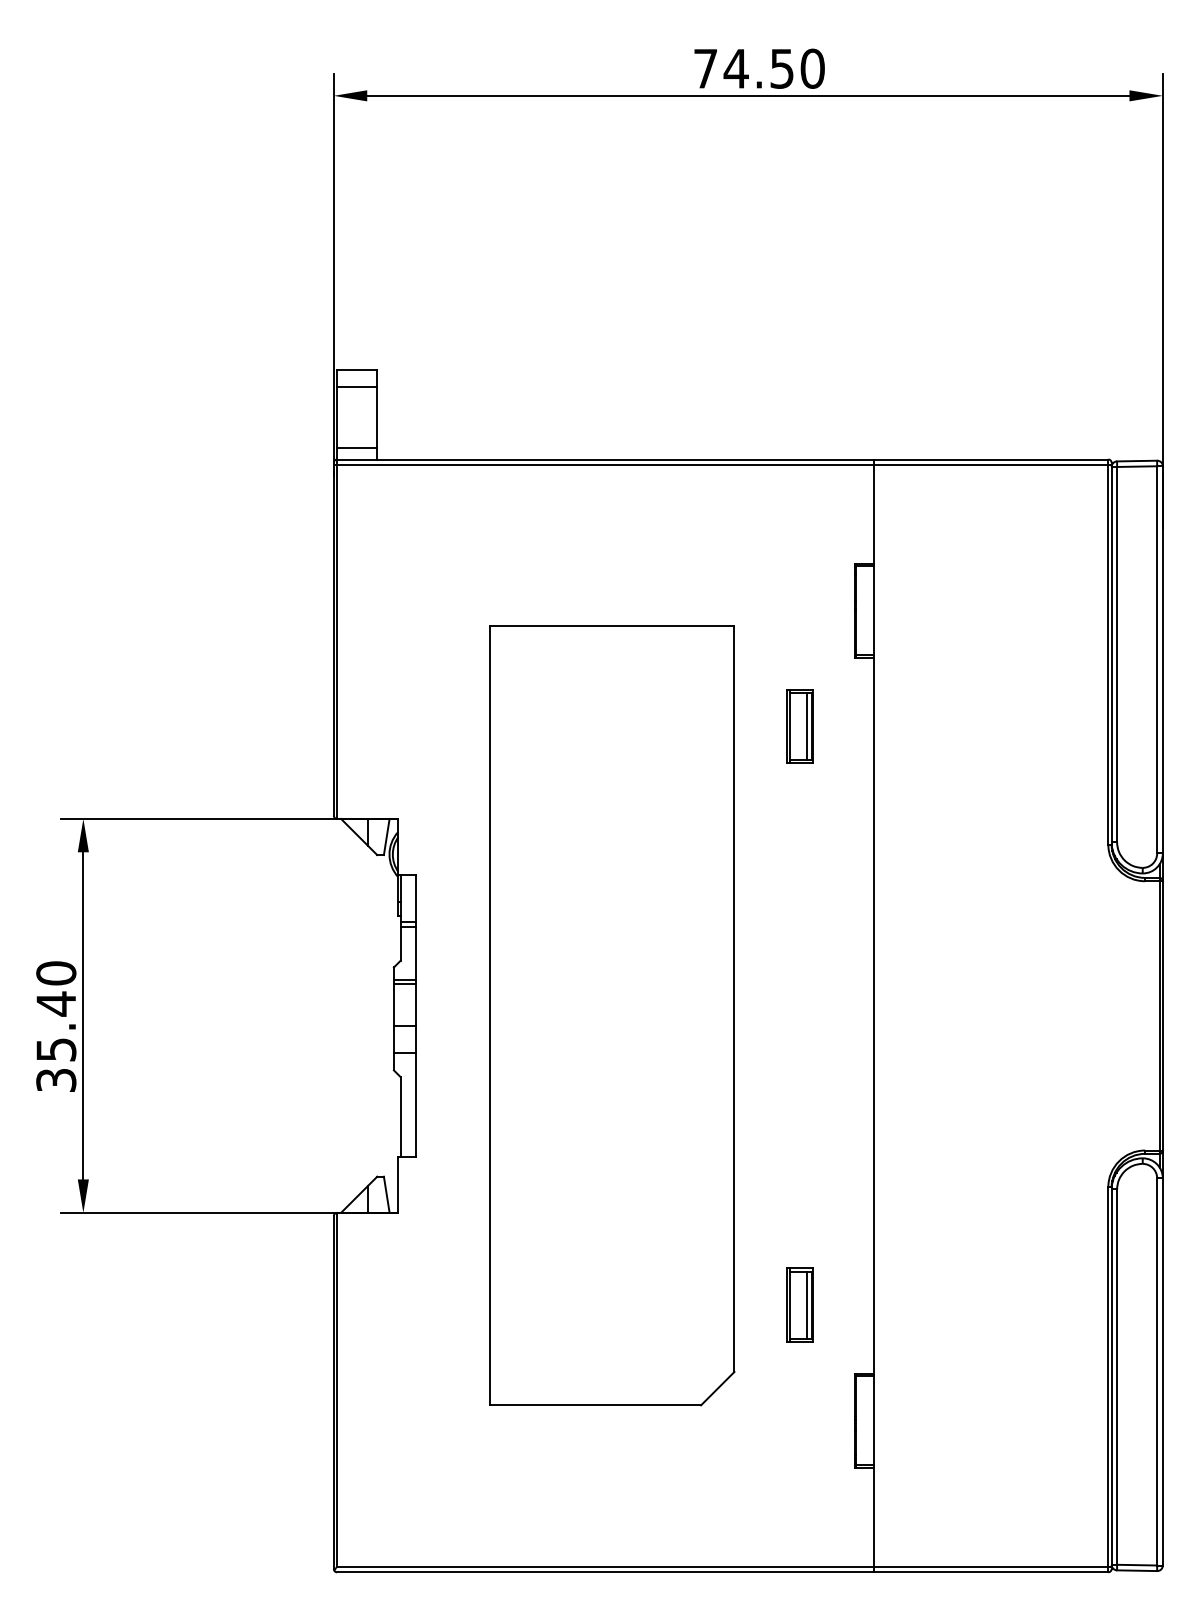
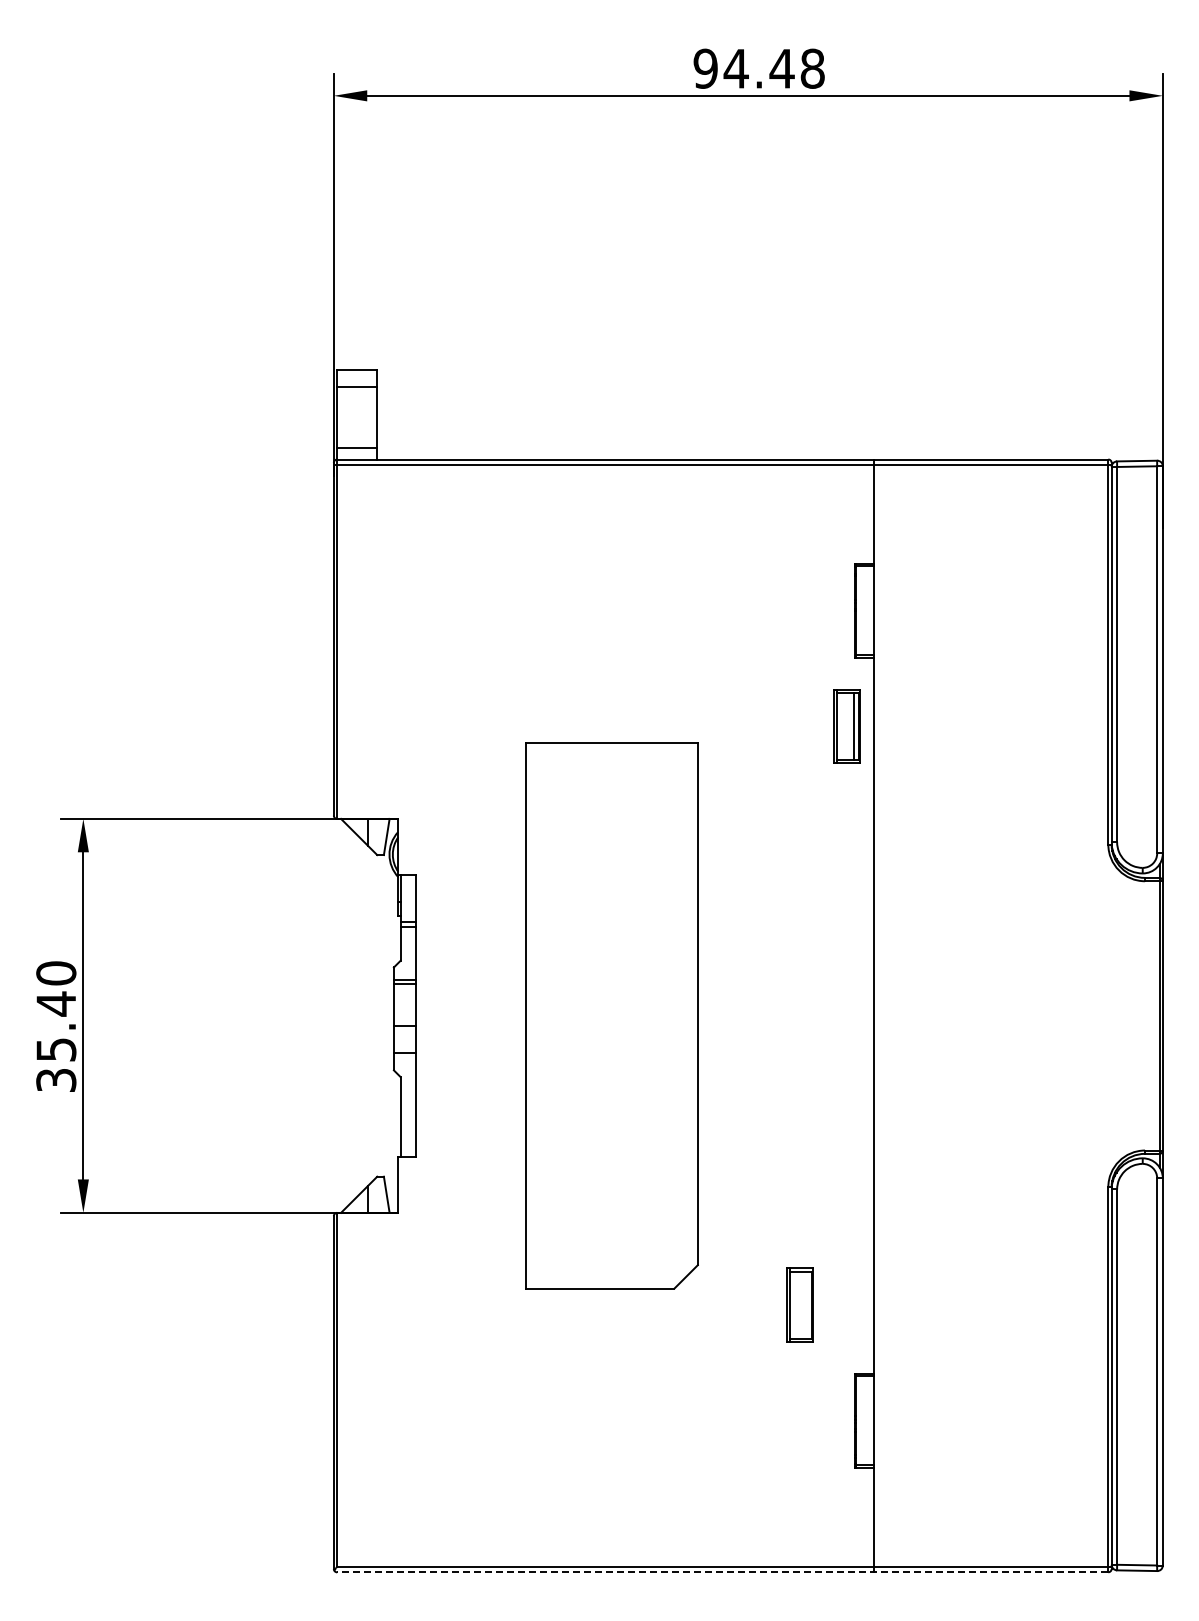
text at (758, 68): 74.50 -> 94.48
part at (799, 726) position: (799, 726) -> (846, 726)
part at (612, 1015) size: 247x782 px -> 174x548 px
line at (806, 1304): present -> none
line at (722, 1572): solid -> dashed
